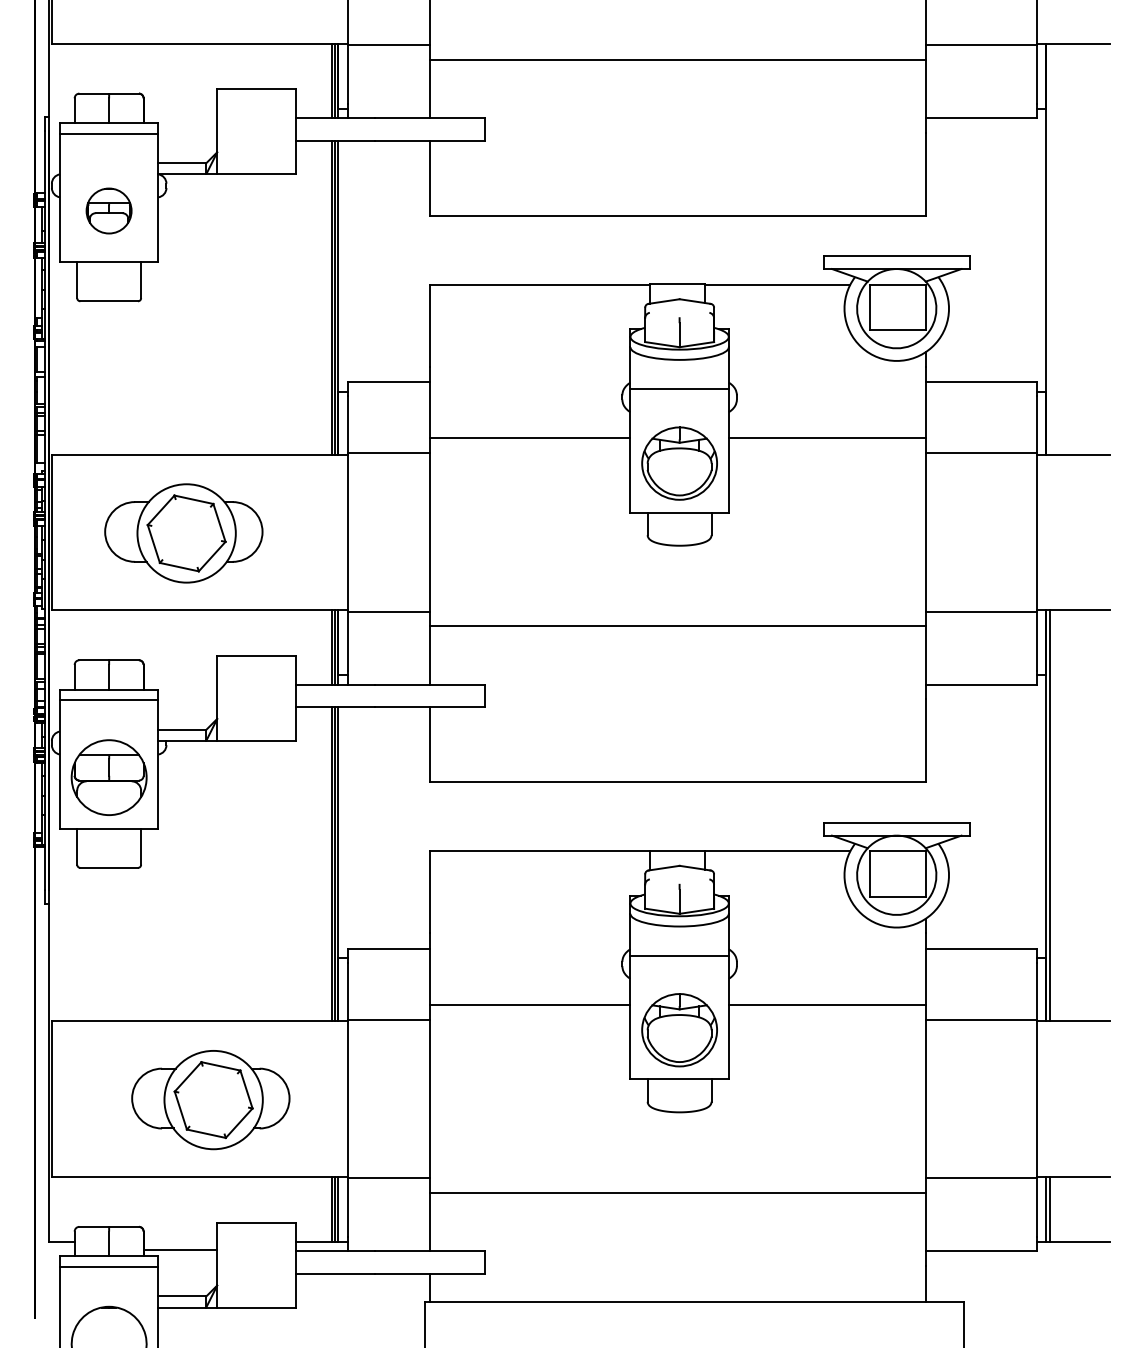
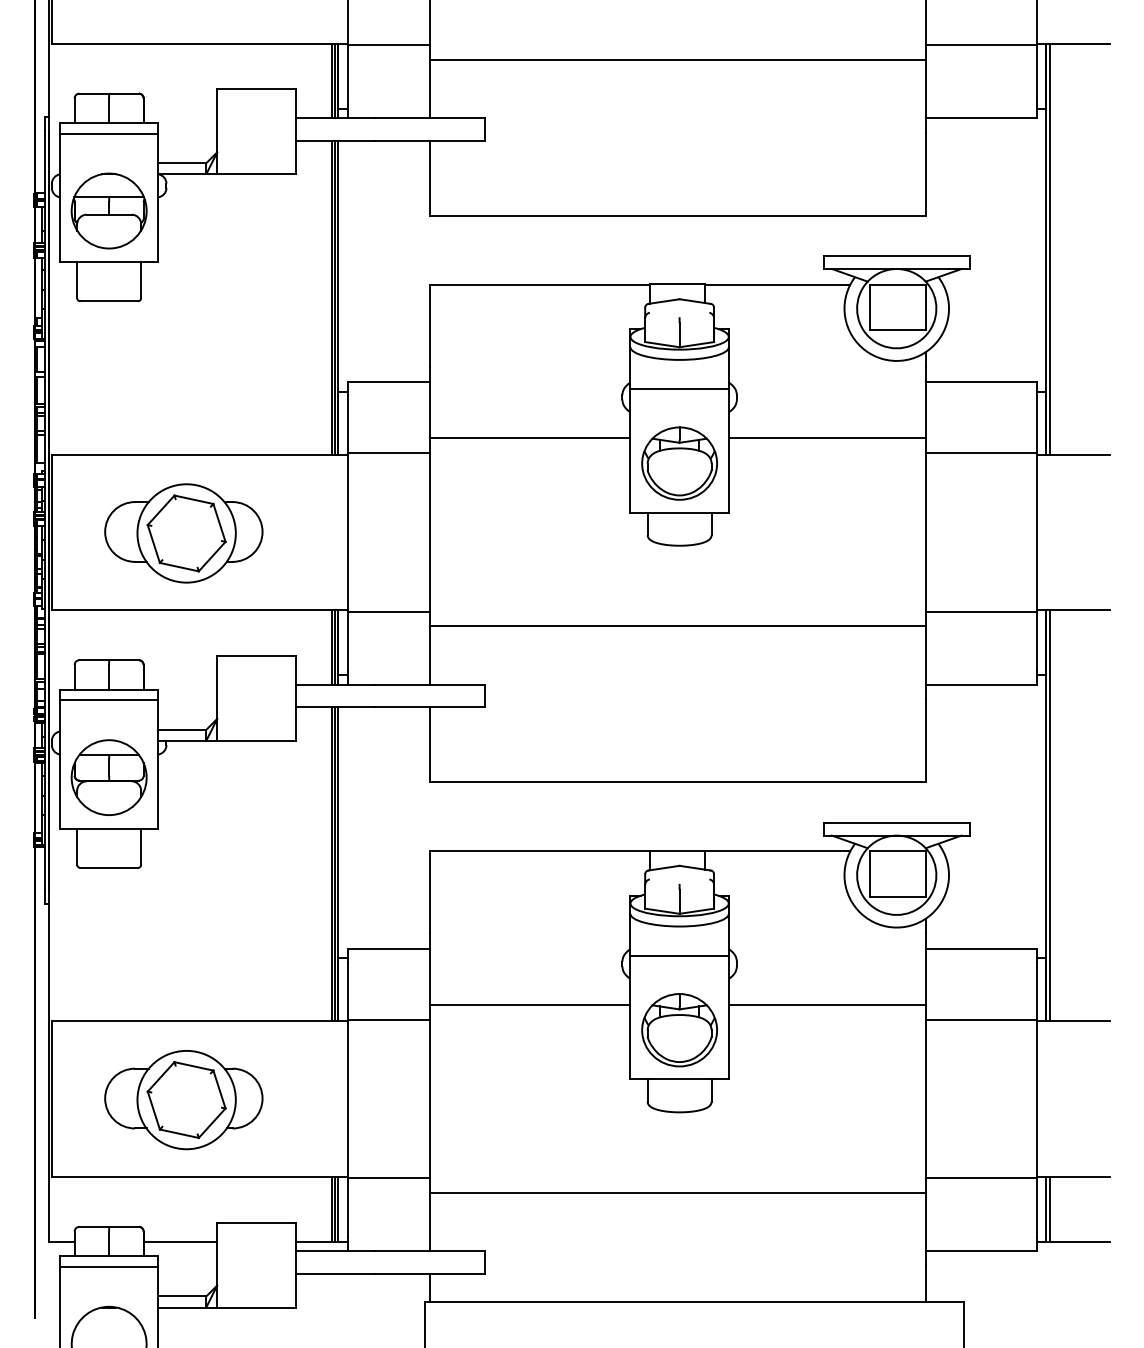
part at (108, 210) size: 48x48 px -> 78x78 px
line at (1049, 248): none -> present
part at (210, 1100) position: (210, 1100) -> (183, 1100)
line at (180, 1249) position: (180, 1249) -> (180, 1241)
